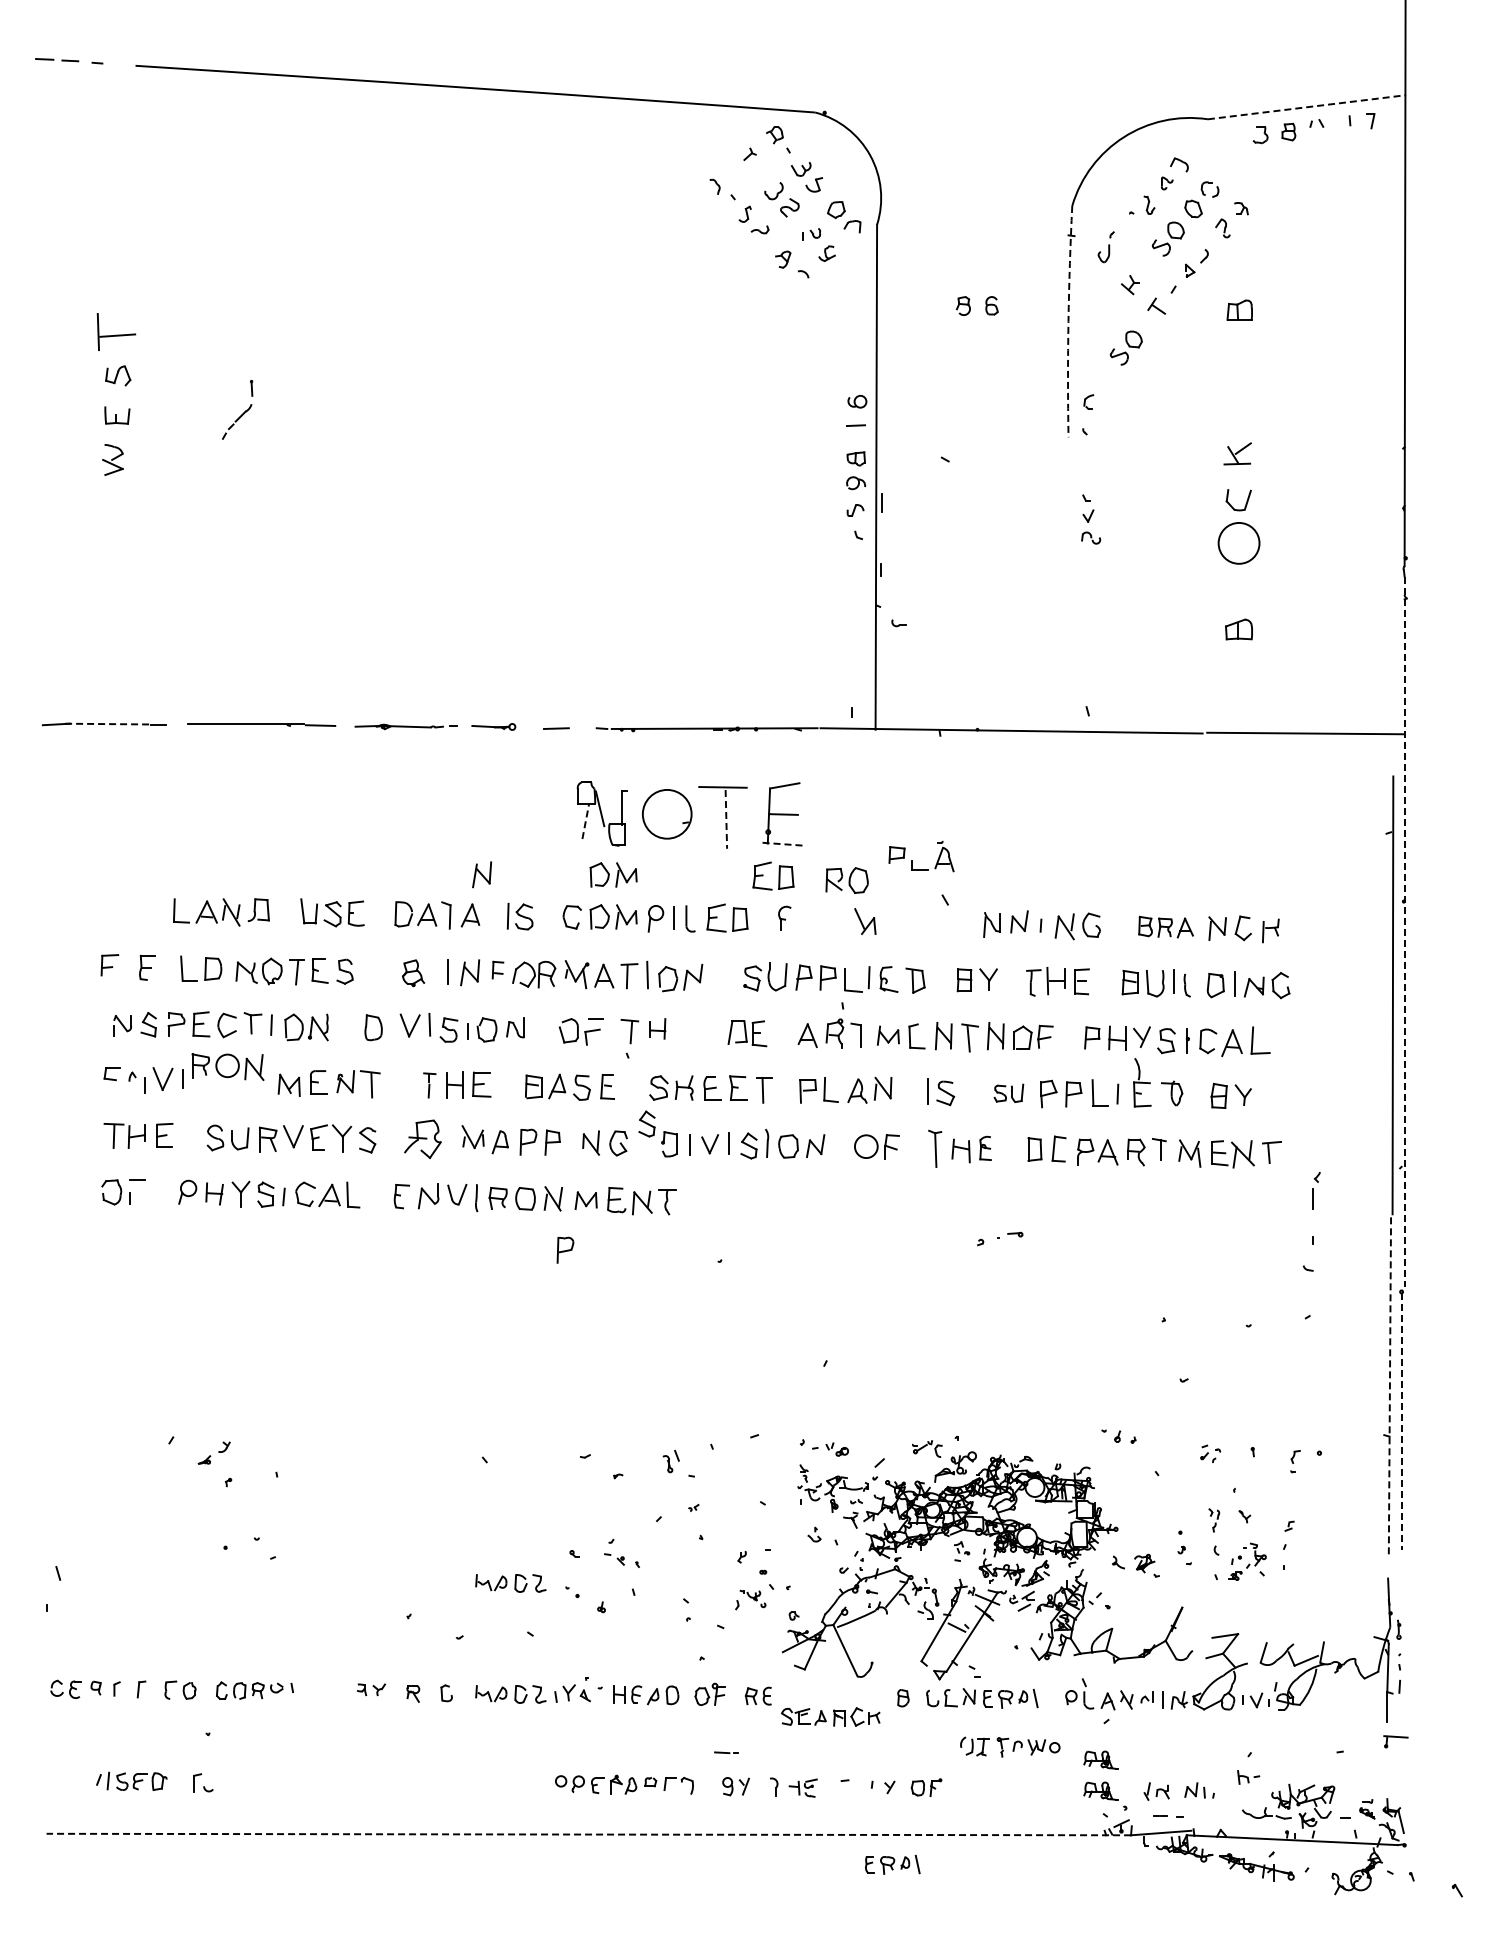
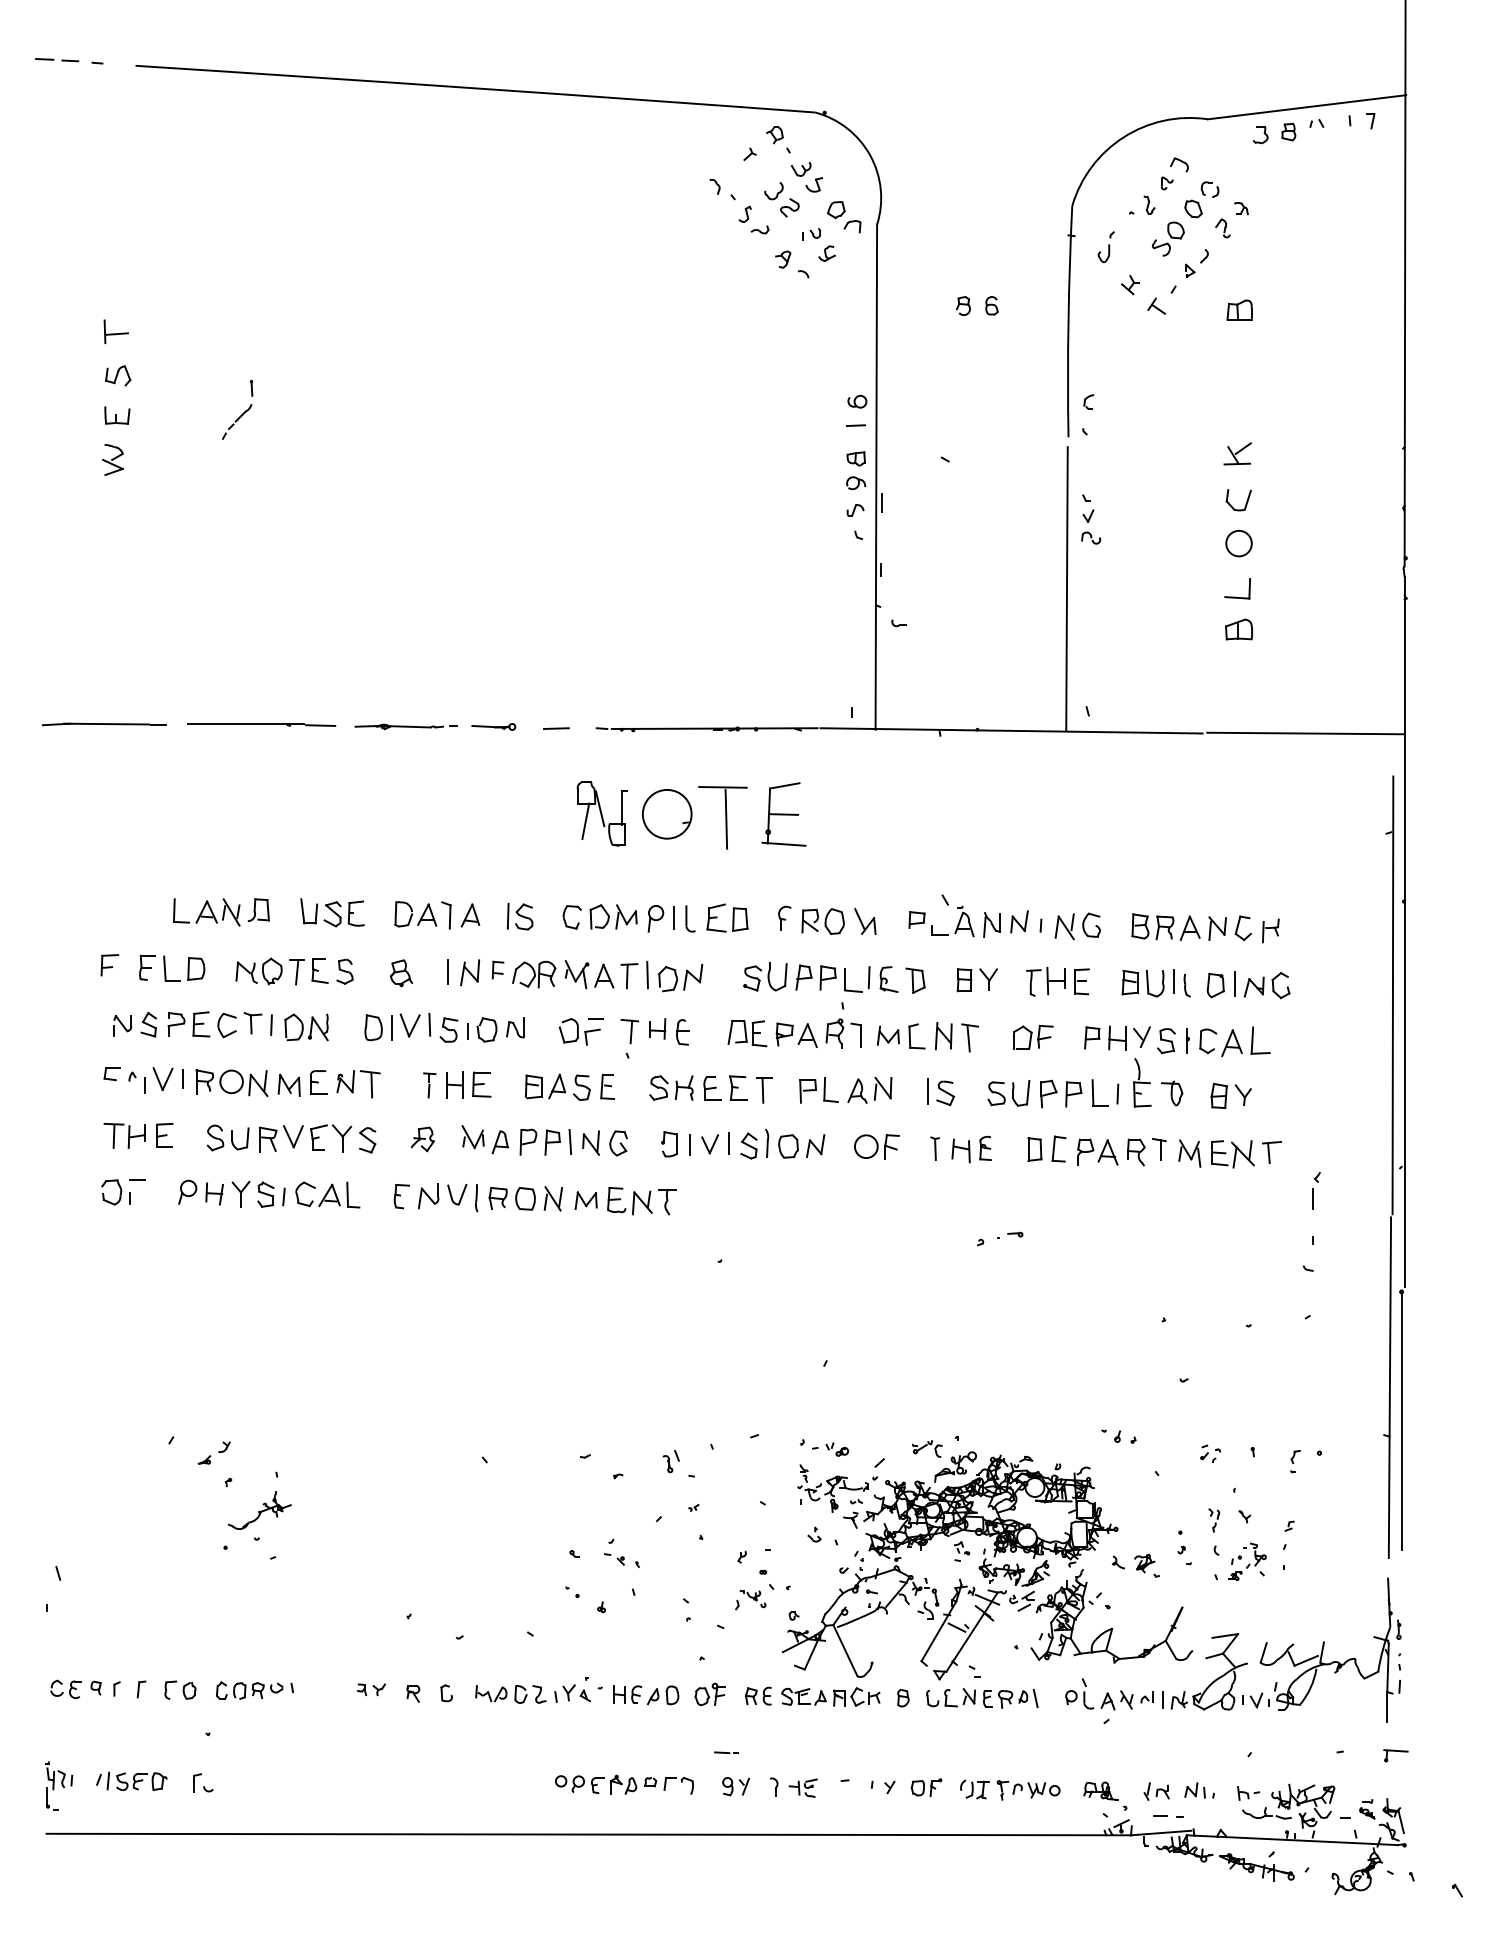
line at (1307, 107): dashed -> solid
arc at (1068, 321): dashed -> solid
part at (116, 331) size: 41x38 px -> 26x25 px
part at (1126, 347): present -> none
circle at (1238, 543) size: 44x43 px -> 28x28 px
line at (1066, 588): none -> present
part at (1236, 596): none -> present
line at (106, 724): dashed -> solid
line at (726, 819): dashed -> solid
line at (585, 820): dashed -> solid
line at (784, 844): dashed -> solid
part at (912, 860) position: (912, 860) -> (932, 925)
part at (482, 874): present -> none
part at (613, 874): present -> none
part at (773, 875): present -> none
part at (846, 880) position: (846, 880) -> (822, 921)
part at (1165, 926) size: 56x24 px -> 70x28 px
line at (1404, 932): dashed -> solid
part at (201, 968) position: (201, 968) -> (184, 968)
part at (413, 973) position: (413, 973) -> (401, 973)
line at (391, 1028): none -> present
part at (682, 1032): none -> present
part at (784, 1034): none -> present
part at (995, 1036): present -> none
part at (227, 1067) position: (227, 1067) -> (231, 1083)
part at (1008, 1092) size: 32x20 px -> 44x27 px
part at (646, 1123): present -> none
part at (422, 1139) size: 38x41 px -> 25x27 px
line at (570, 1141): none -> present
part at (935, 1148) size: 15x39 px -> 10x25 px
part at (565, 1249): present -> none
line at (1389, 1388): dashed -> solid
line at (1401, 1422): dashed -> solid
part at (259, 1510): none -> present
part at (510, 1583): present -> none
part at (830, 1716) position: (830, 1716) -> (830, 1696)
part at (1395, 1741) position: (1395, 1741) -> (1395, 1755)
part at (1010, 1746) position: (1010, 1746) -> (1010, 1789)
part at (1100, 1759): present -> none
part at (1248, 1777) position: (1248, 1777) -> (1248, 1793)
part at (59, 1785): none -> present
line at (588, 1834): dashed -> solid
part at (892, 1864): present -> none
